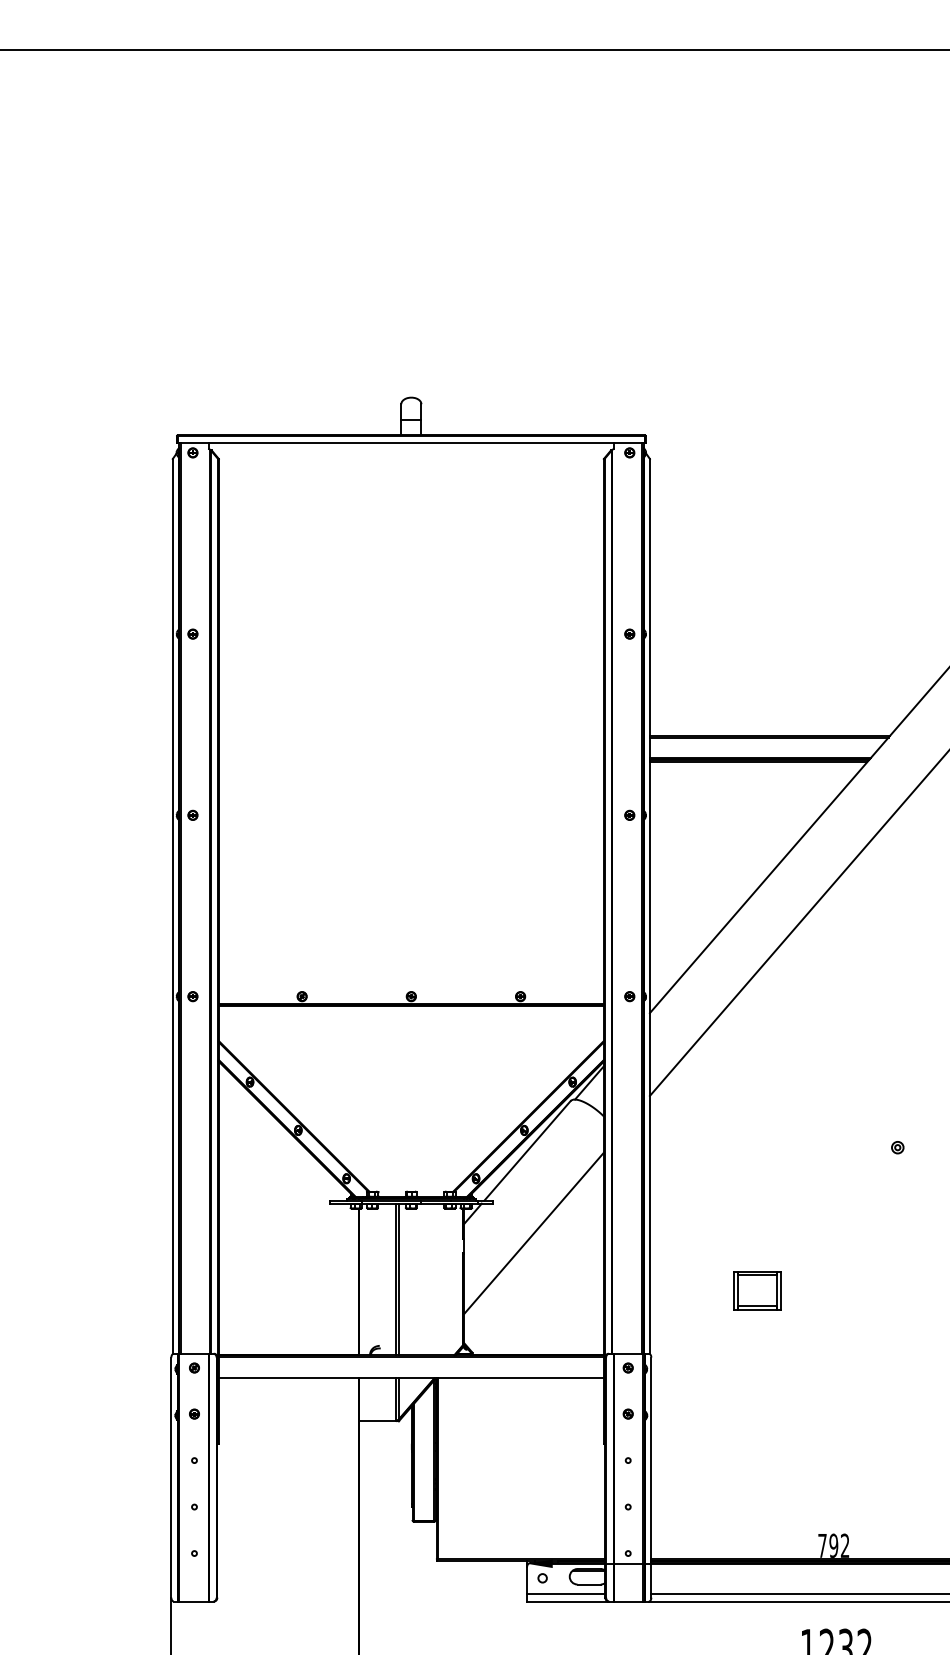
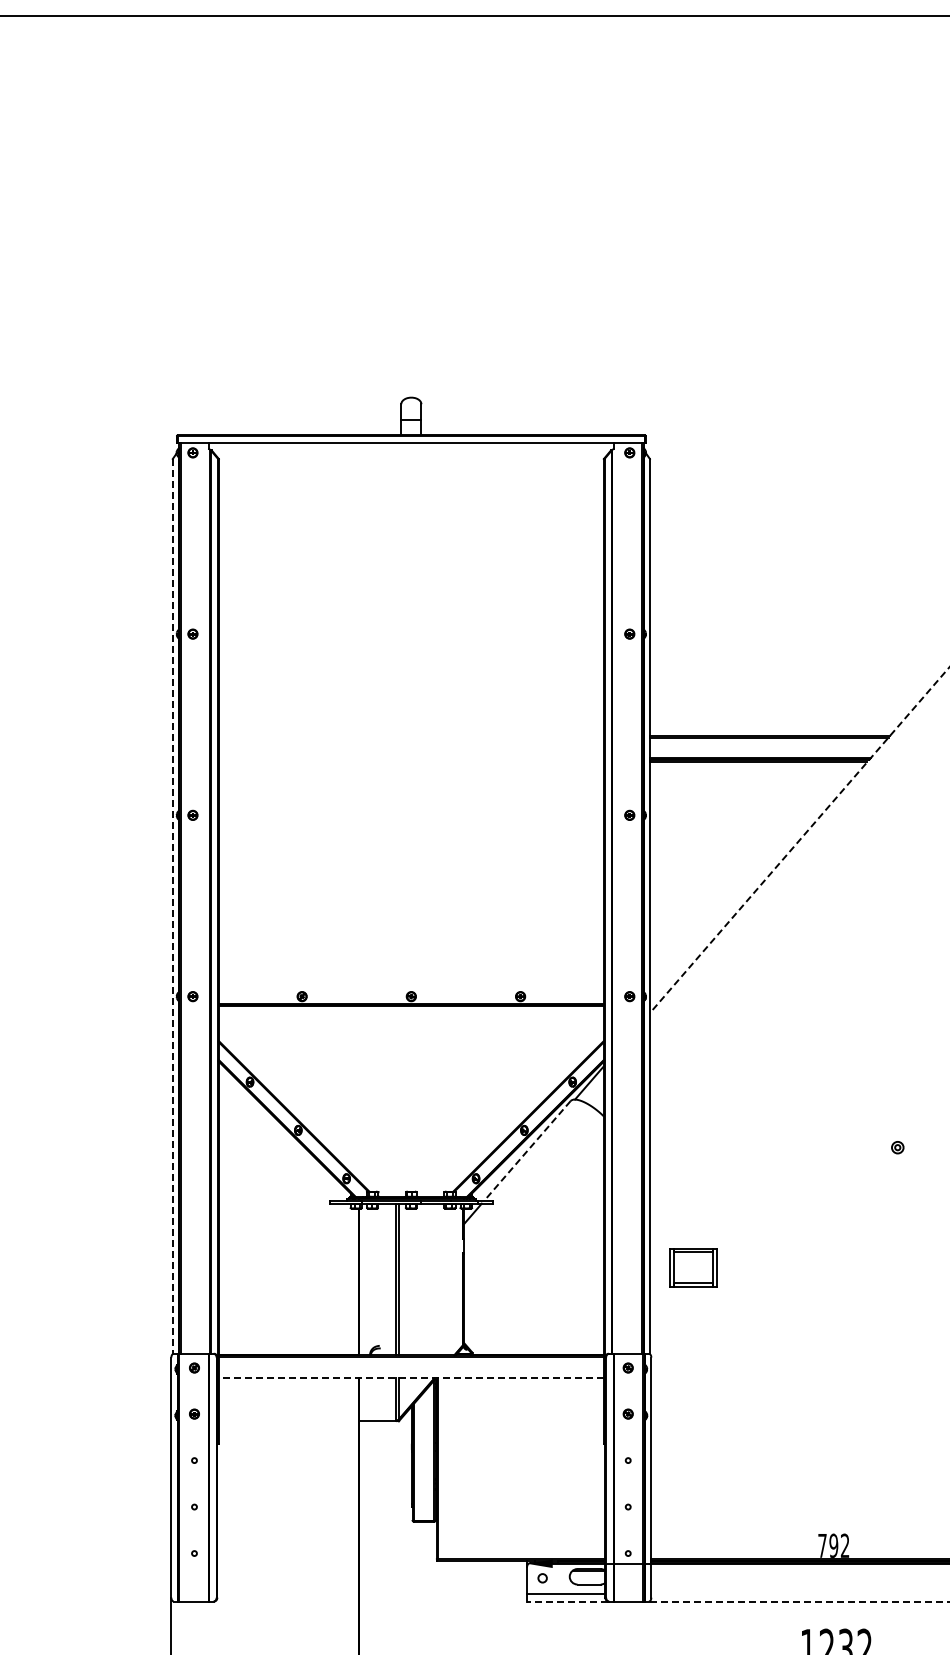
line at (474, 49) position: (474, 49) -> (474, 15)
line at (799, 840): solid -> dashed
line at (172, 906): solid -> dashed
line at (797, 924): present -> none
line at (527, 1150): solid -> dashed
line at (533, 1232): present -> none
part at (757, 1290) position: (757, 1290) -> (693, 1267)
line at (411, 1378): solid -> dashed
line at (798, 1594): present -> none
line at (567, 1601): solid -> dashed
line at (798, 1601): solid -> dashed
